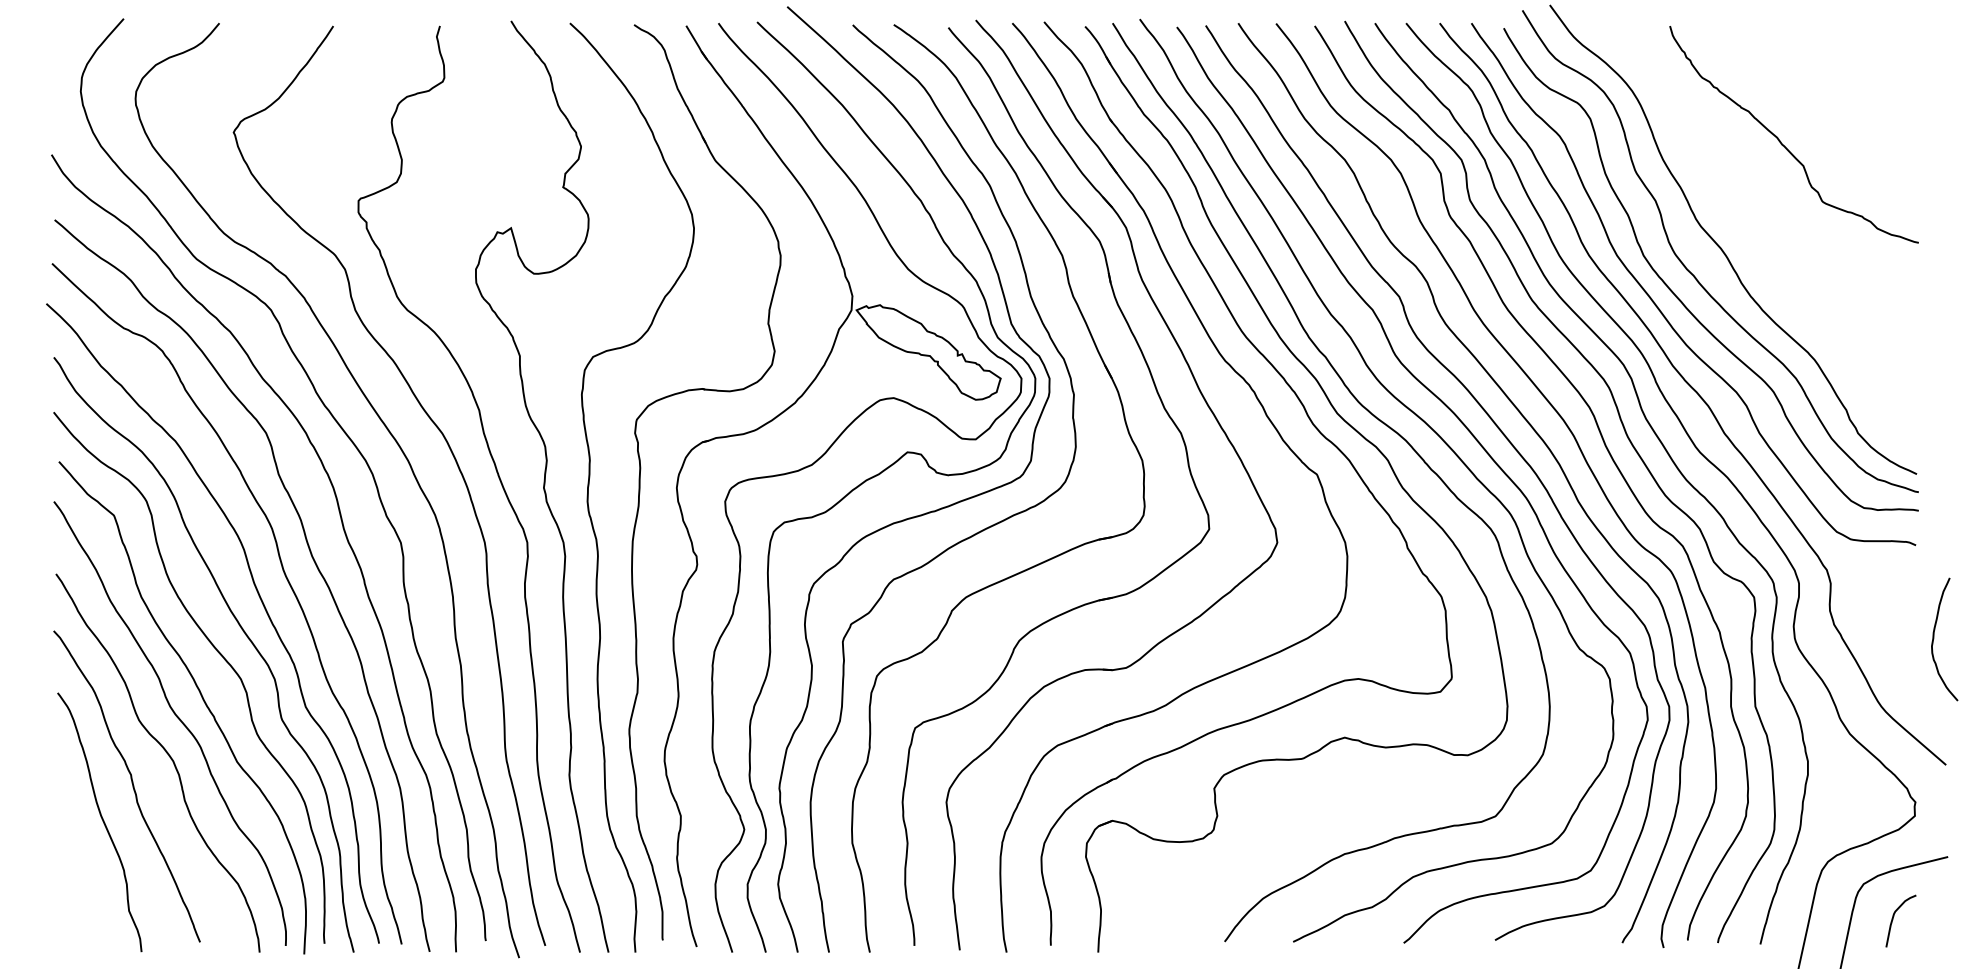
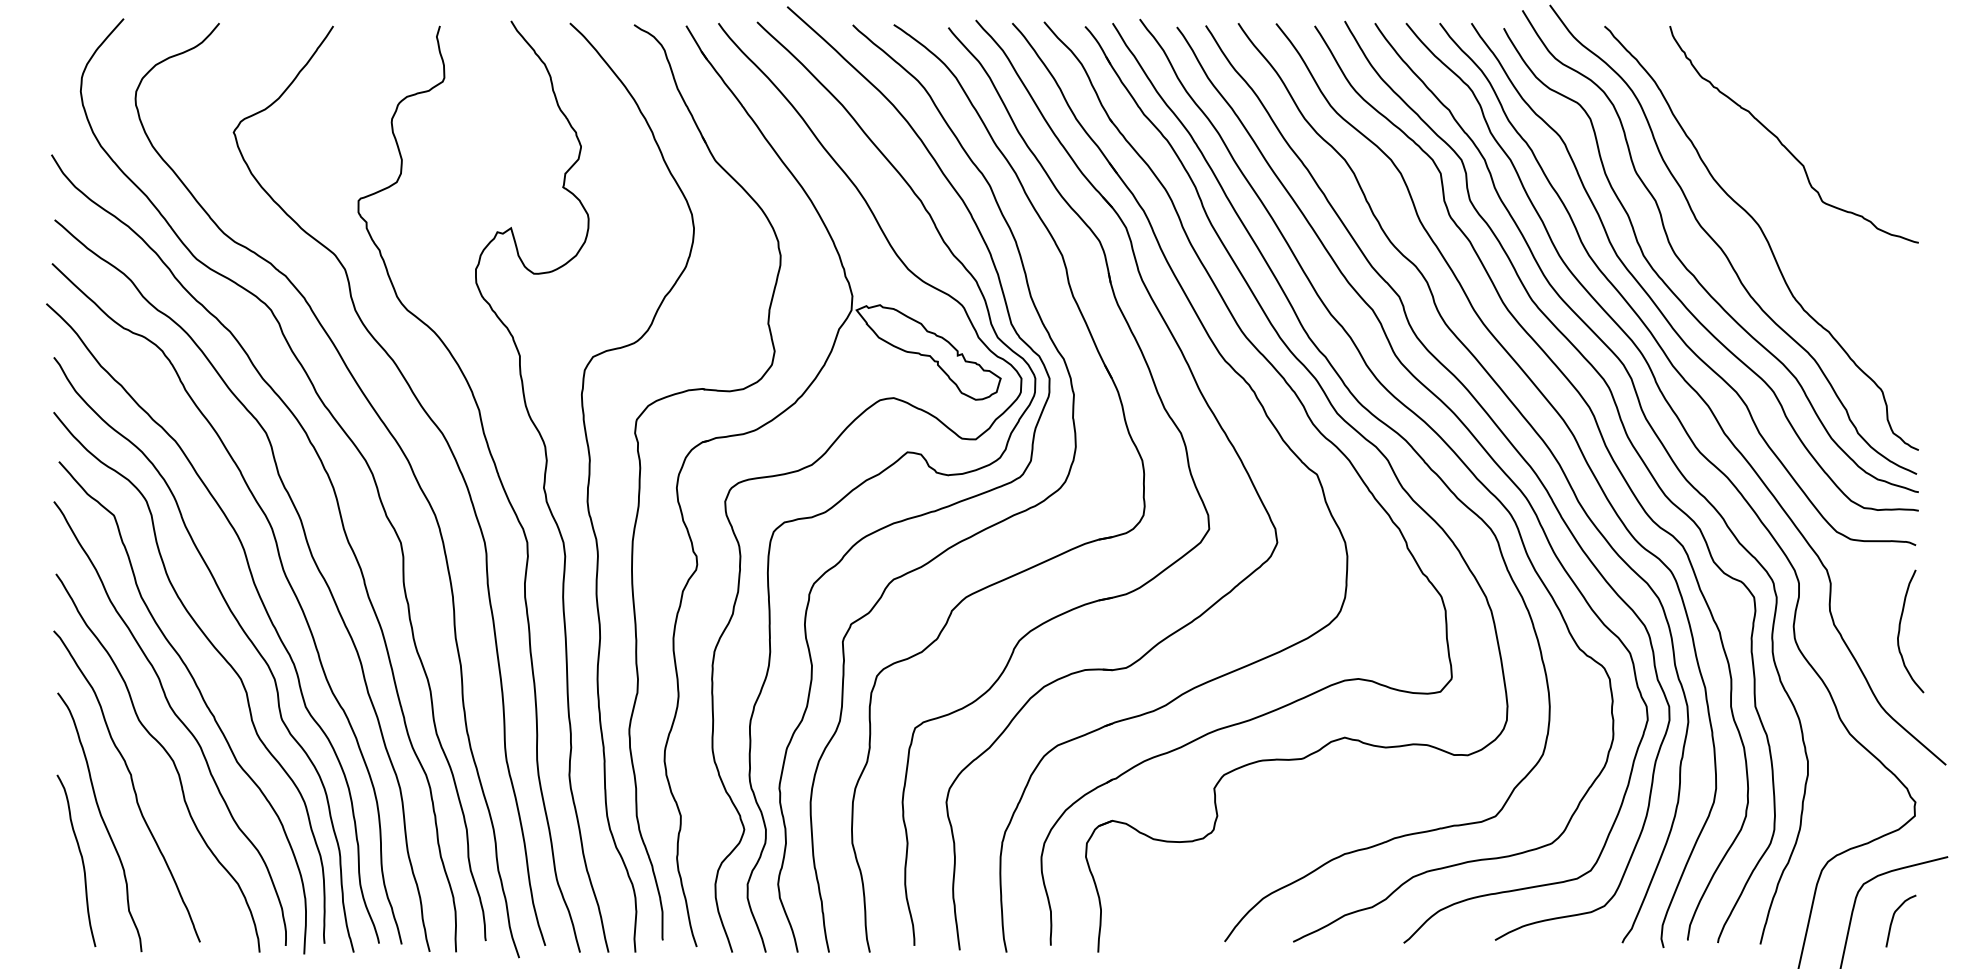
curve at (1763, 236): none -> present
curve at (1934, 638) position: (1934, 638) -> (1900, 630)
curve at (81, 860): none -> present
